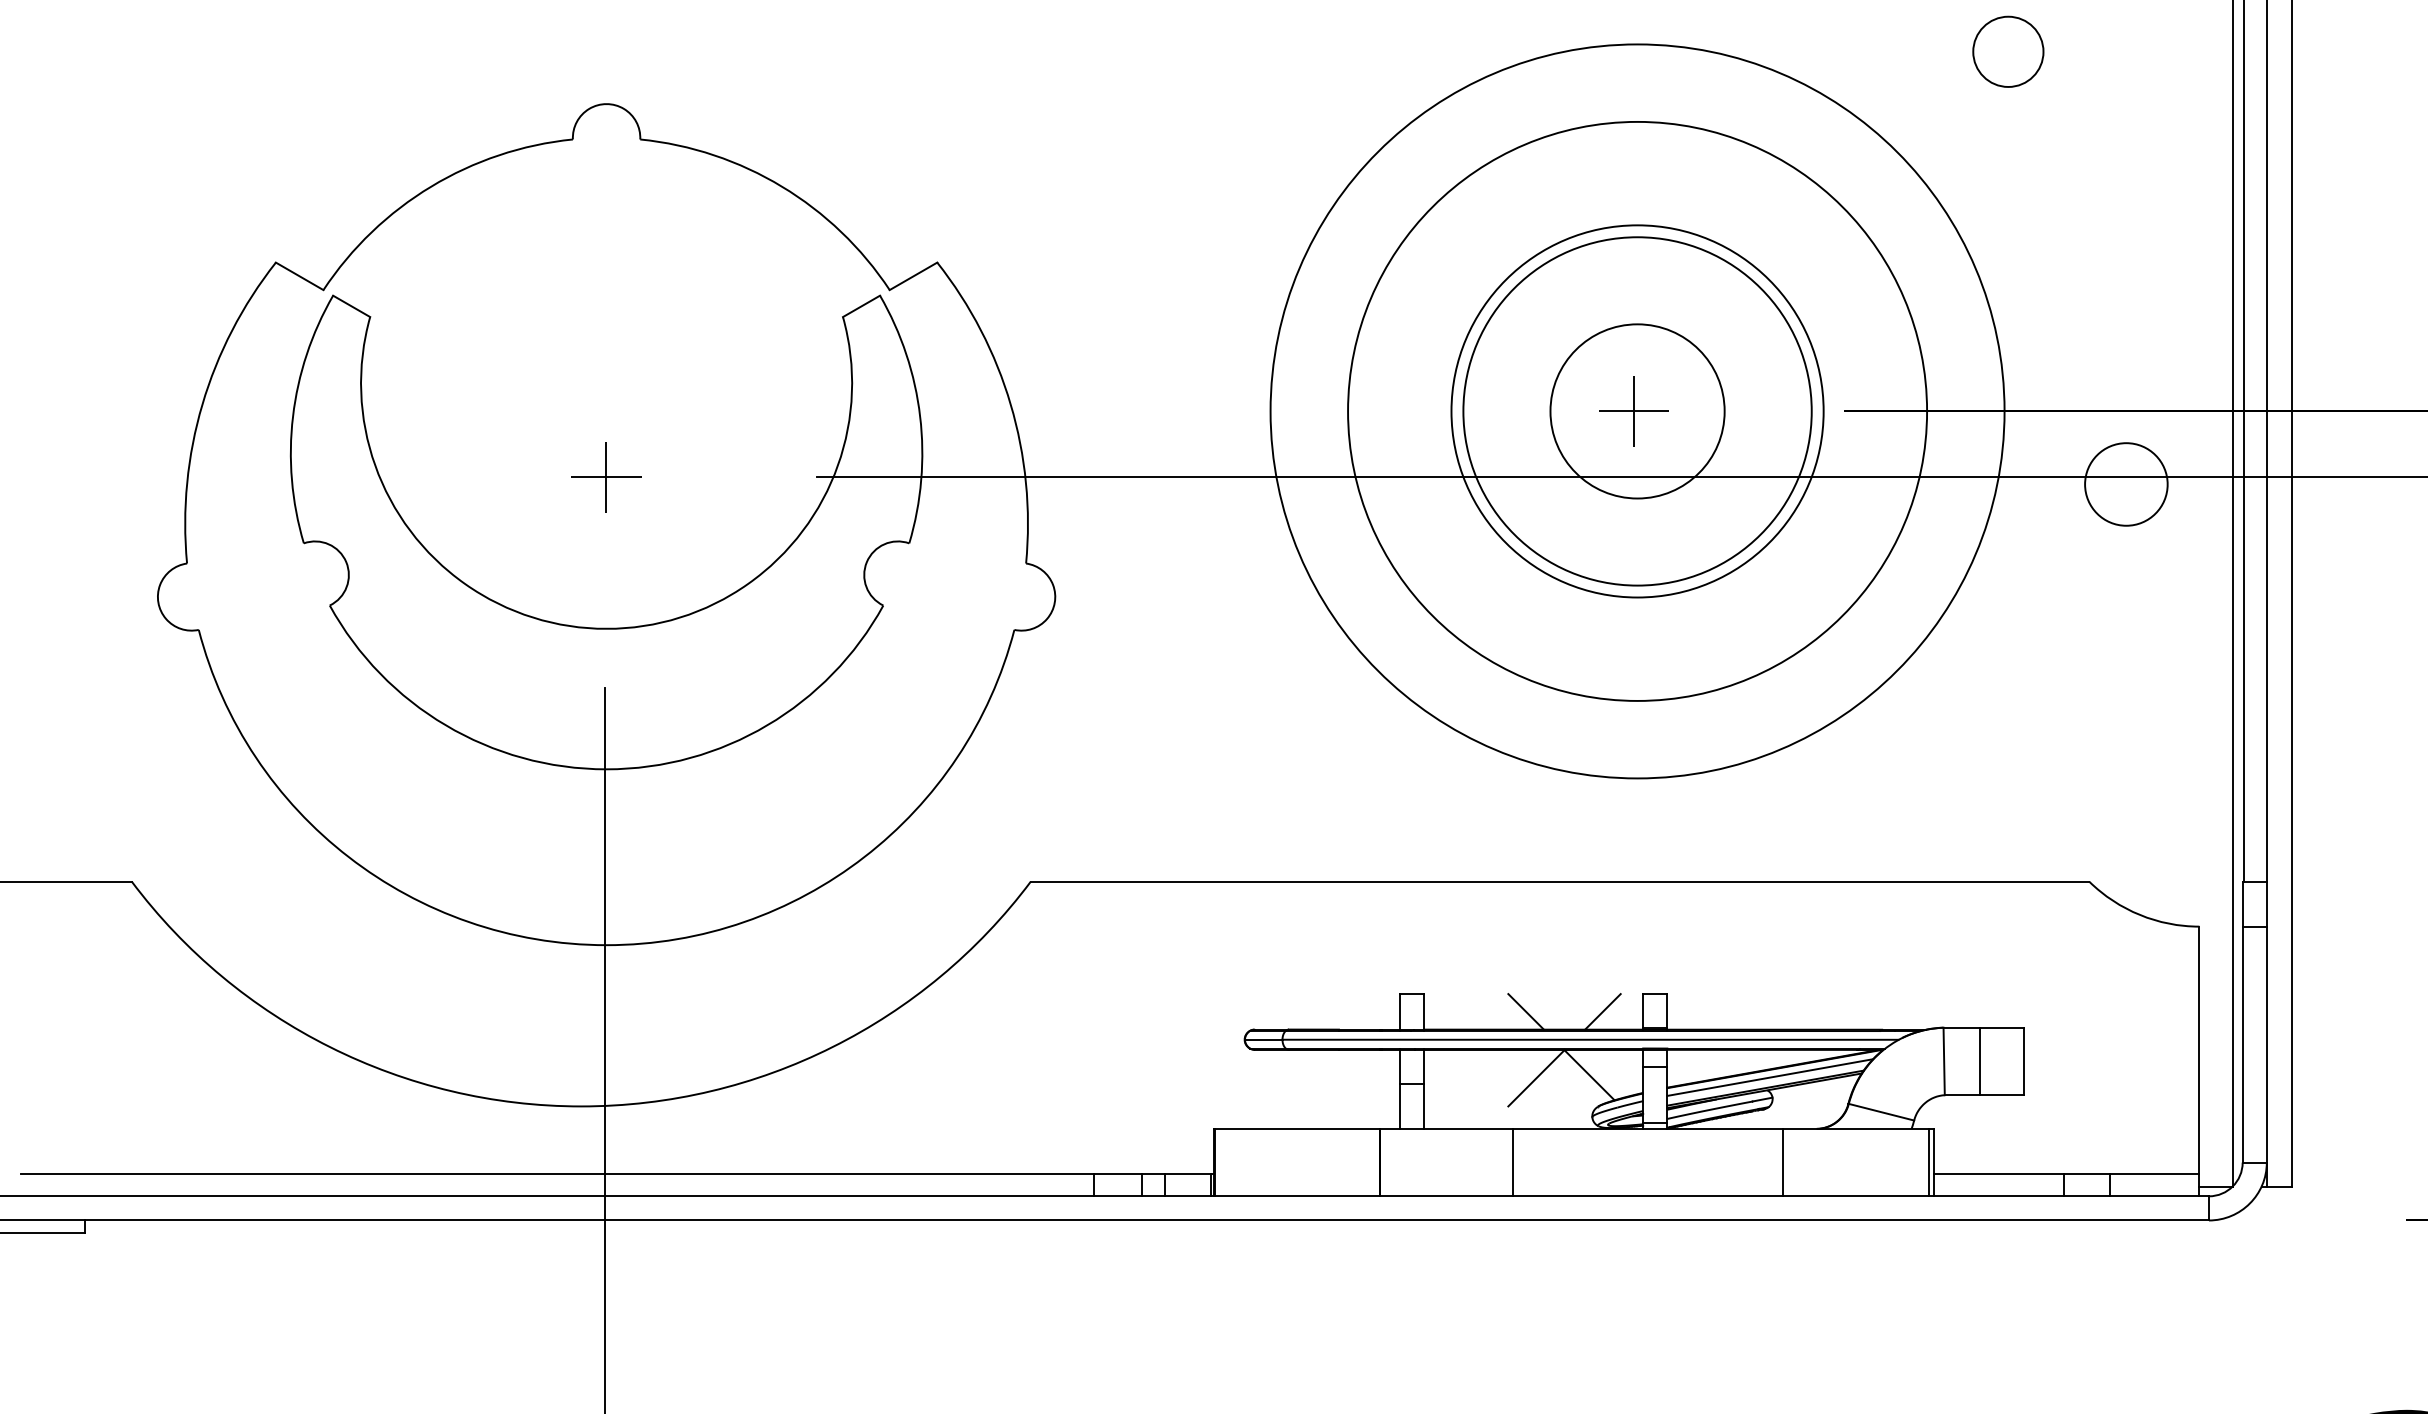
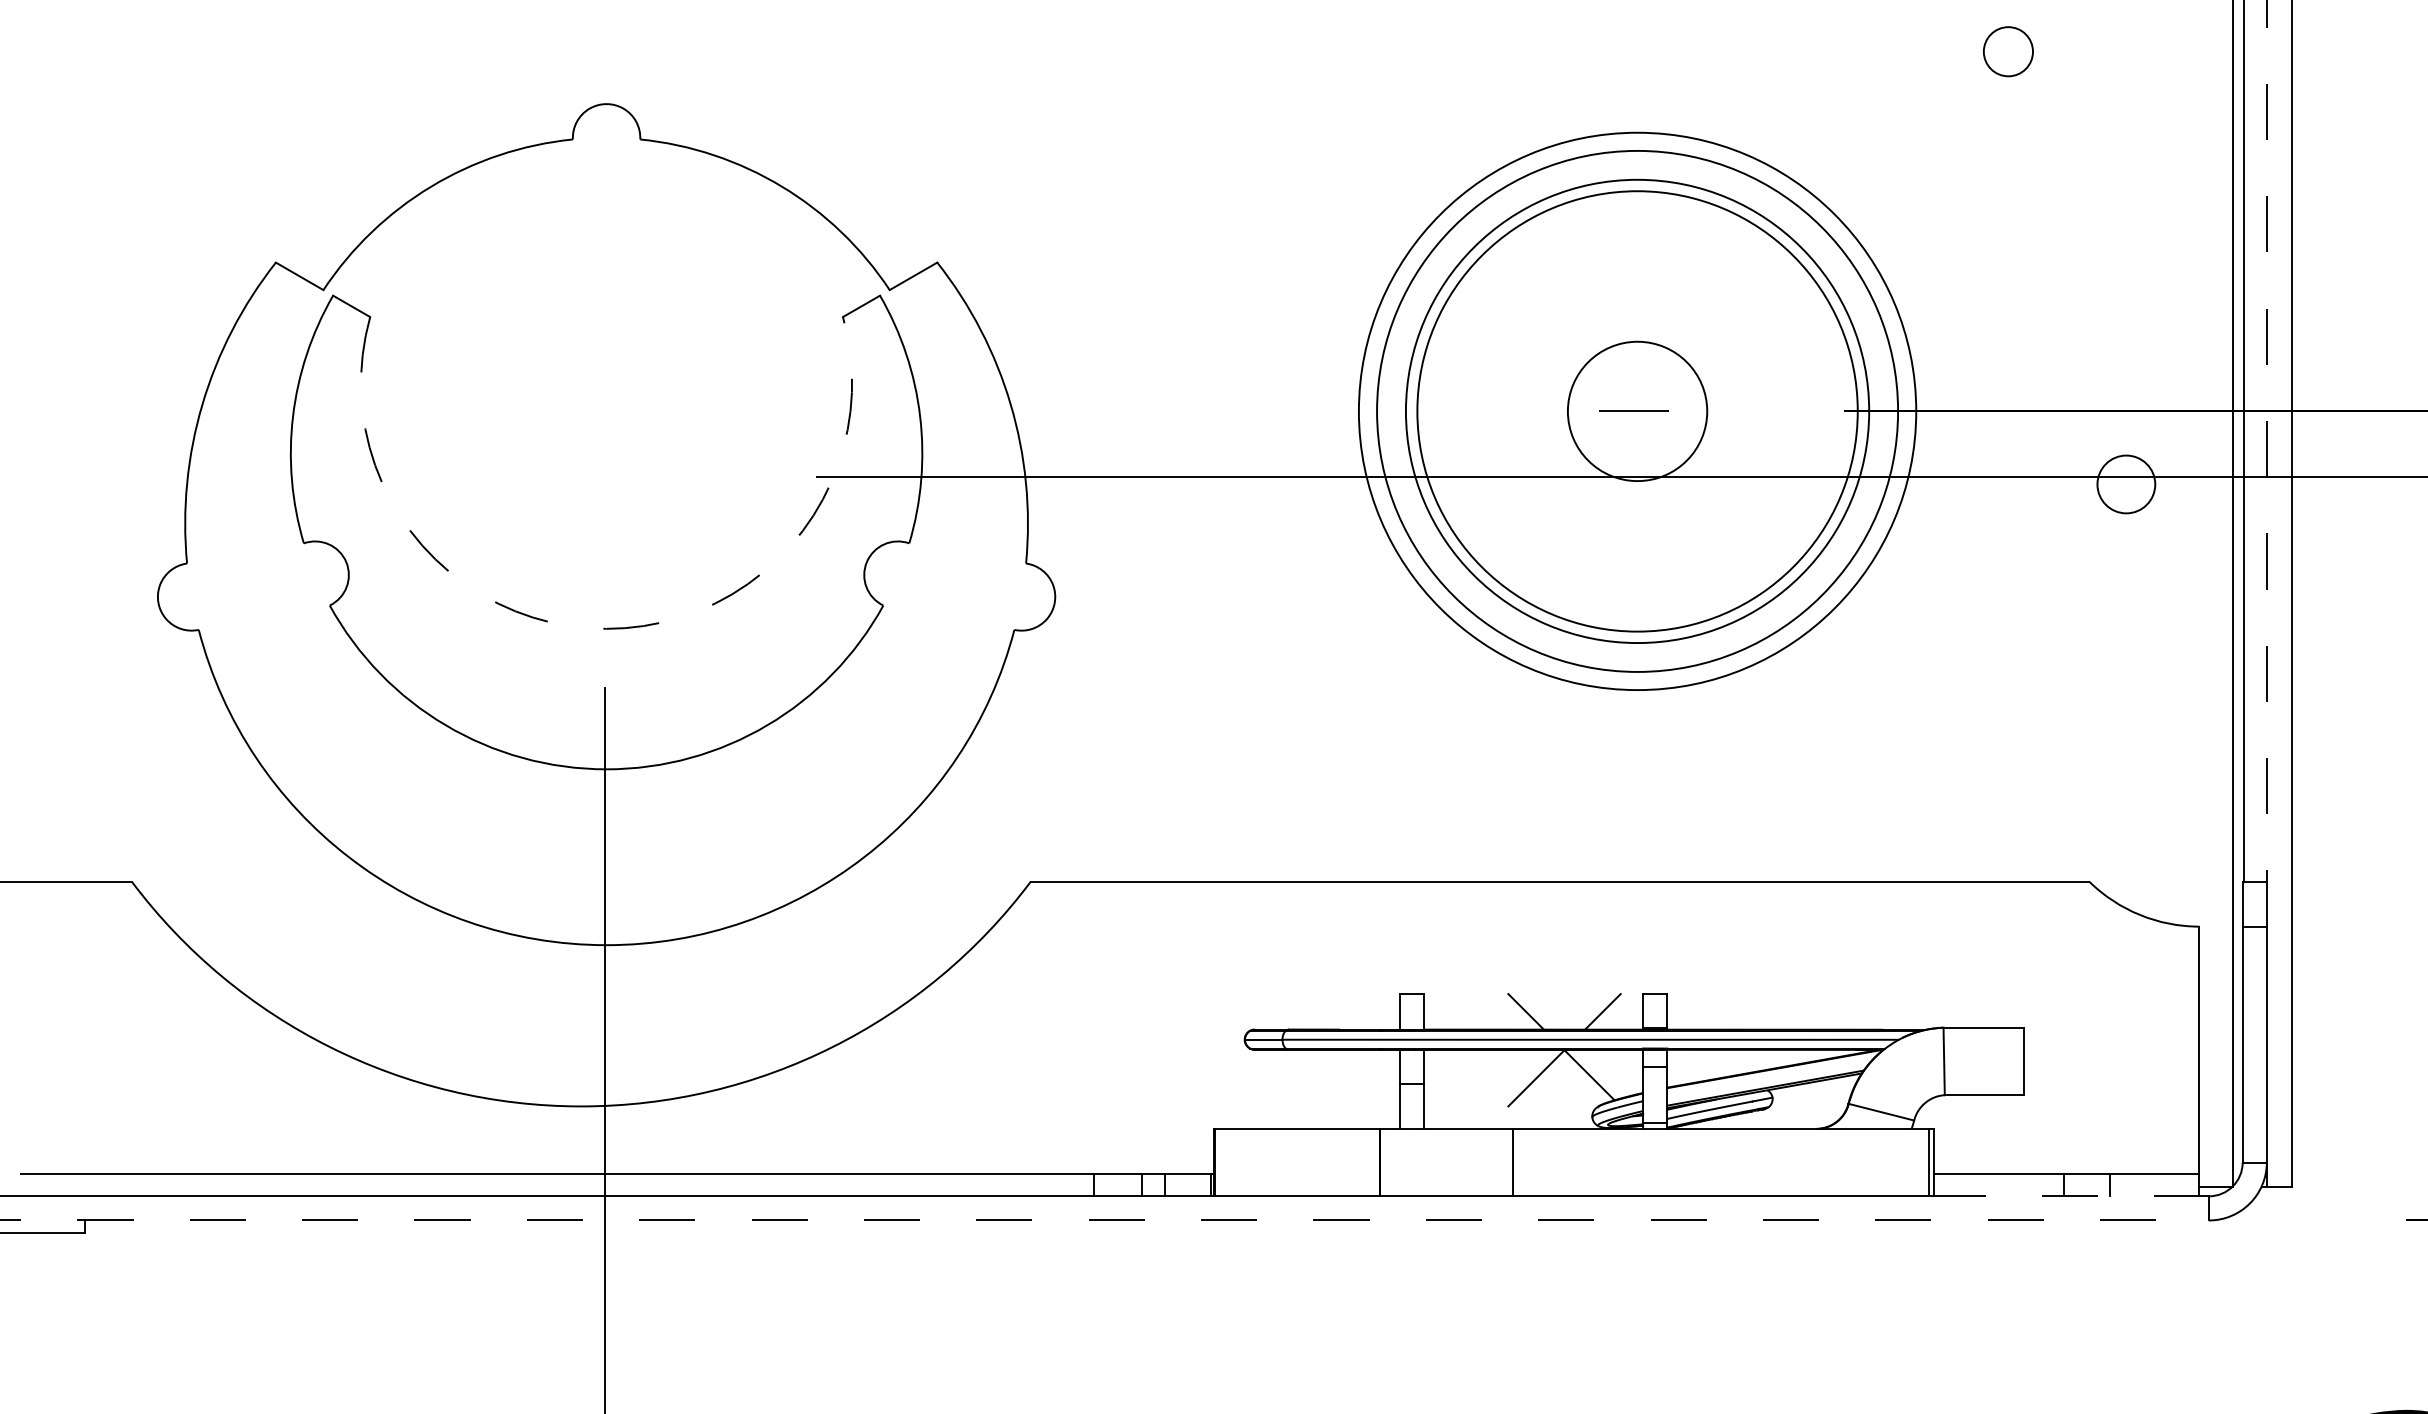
circle at (2008, 51) size: 73x73 px -> 51x52 px
circle at (1637, 410) diameter: 579 px -> 463 px
line at (1634, 411): present -> none
circle at (1637, 411) diameter: 174 px -> 139 px
circle at (1637, 411) diameter: 348 px -> 557 px
circle at (1637, 411) diameter: 372 px -> 521 px
circle at (1637, 411) diameter: 734 px -> 440 px
line at (2266, 463): solid -> dashed
part at (606, 477): present -> none
circle at (2126, 484) diameter: 83 px -> 58 px
arc at (606, 628): solid -> dashed
line at (1979, 1061): present -> none
line at (1770, 1077): present -> none
line at (1782, 1162): present -> none
line at (2069, 1196): solid -> dashed
line at (1105, 1220): solid -> dashed
